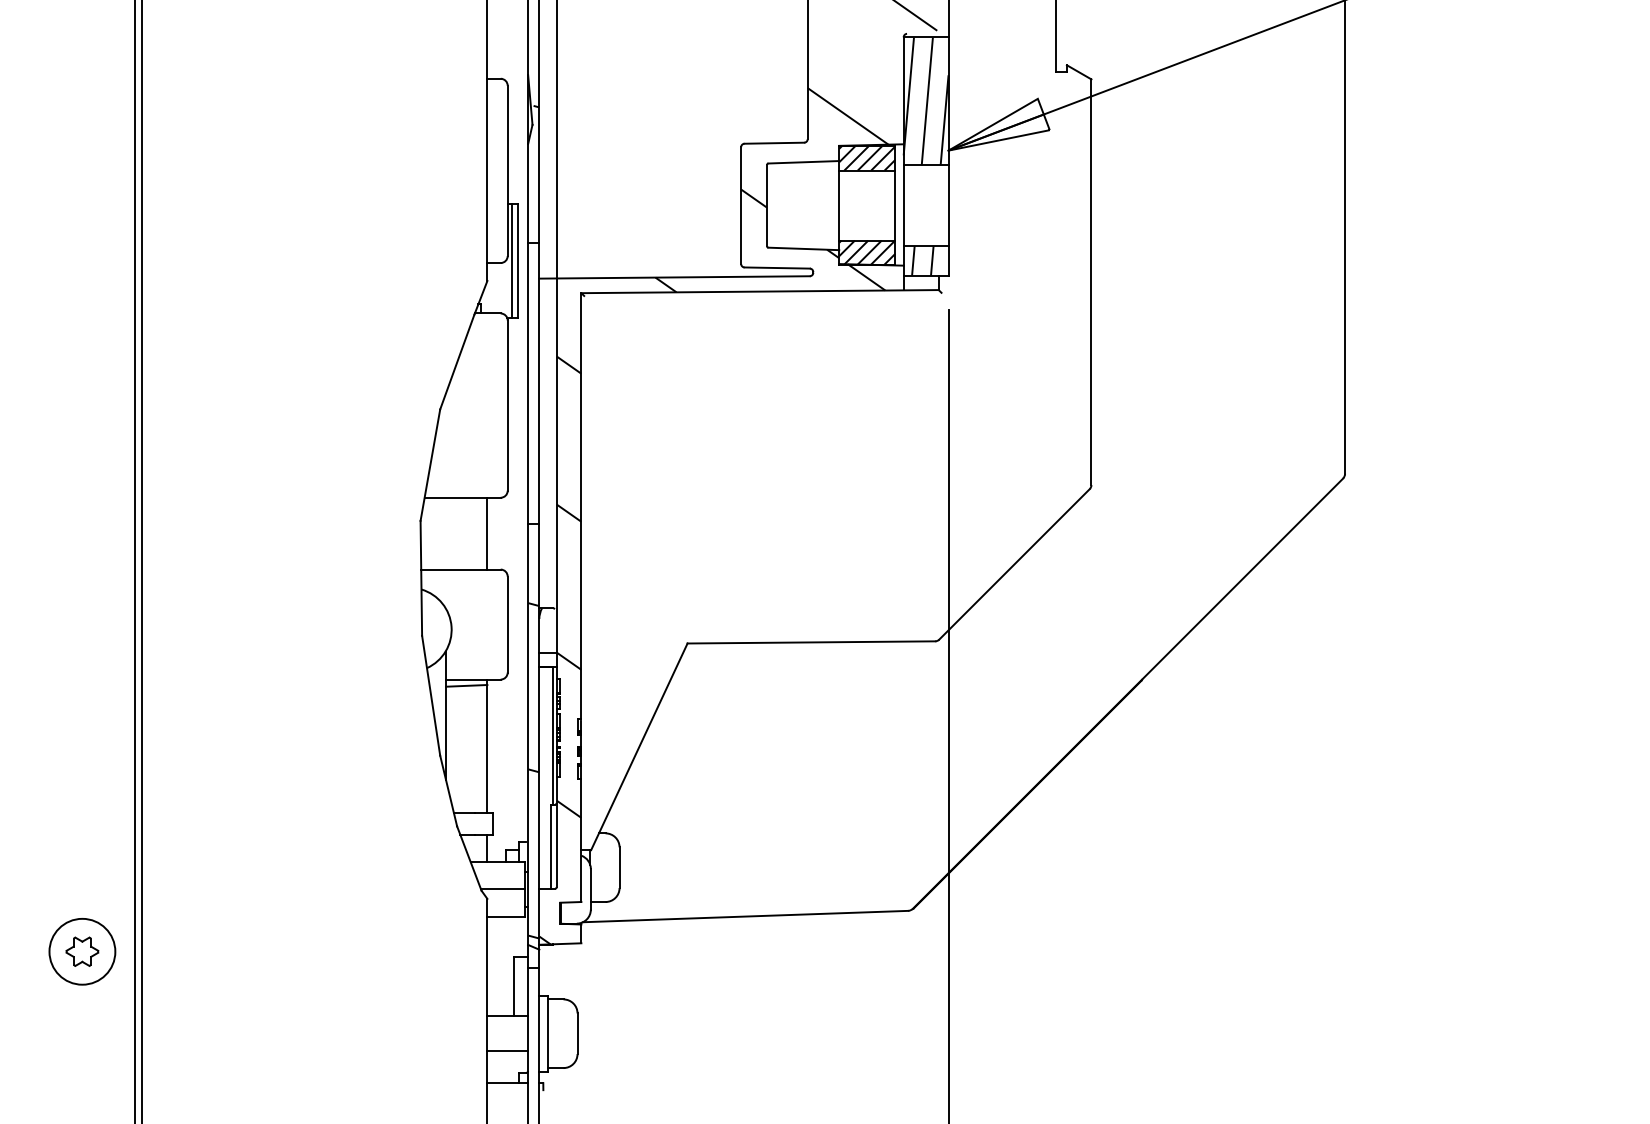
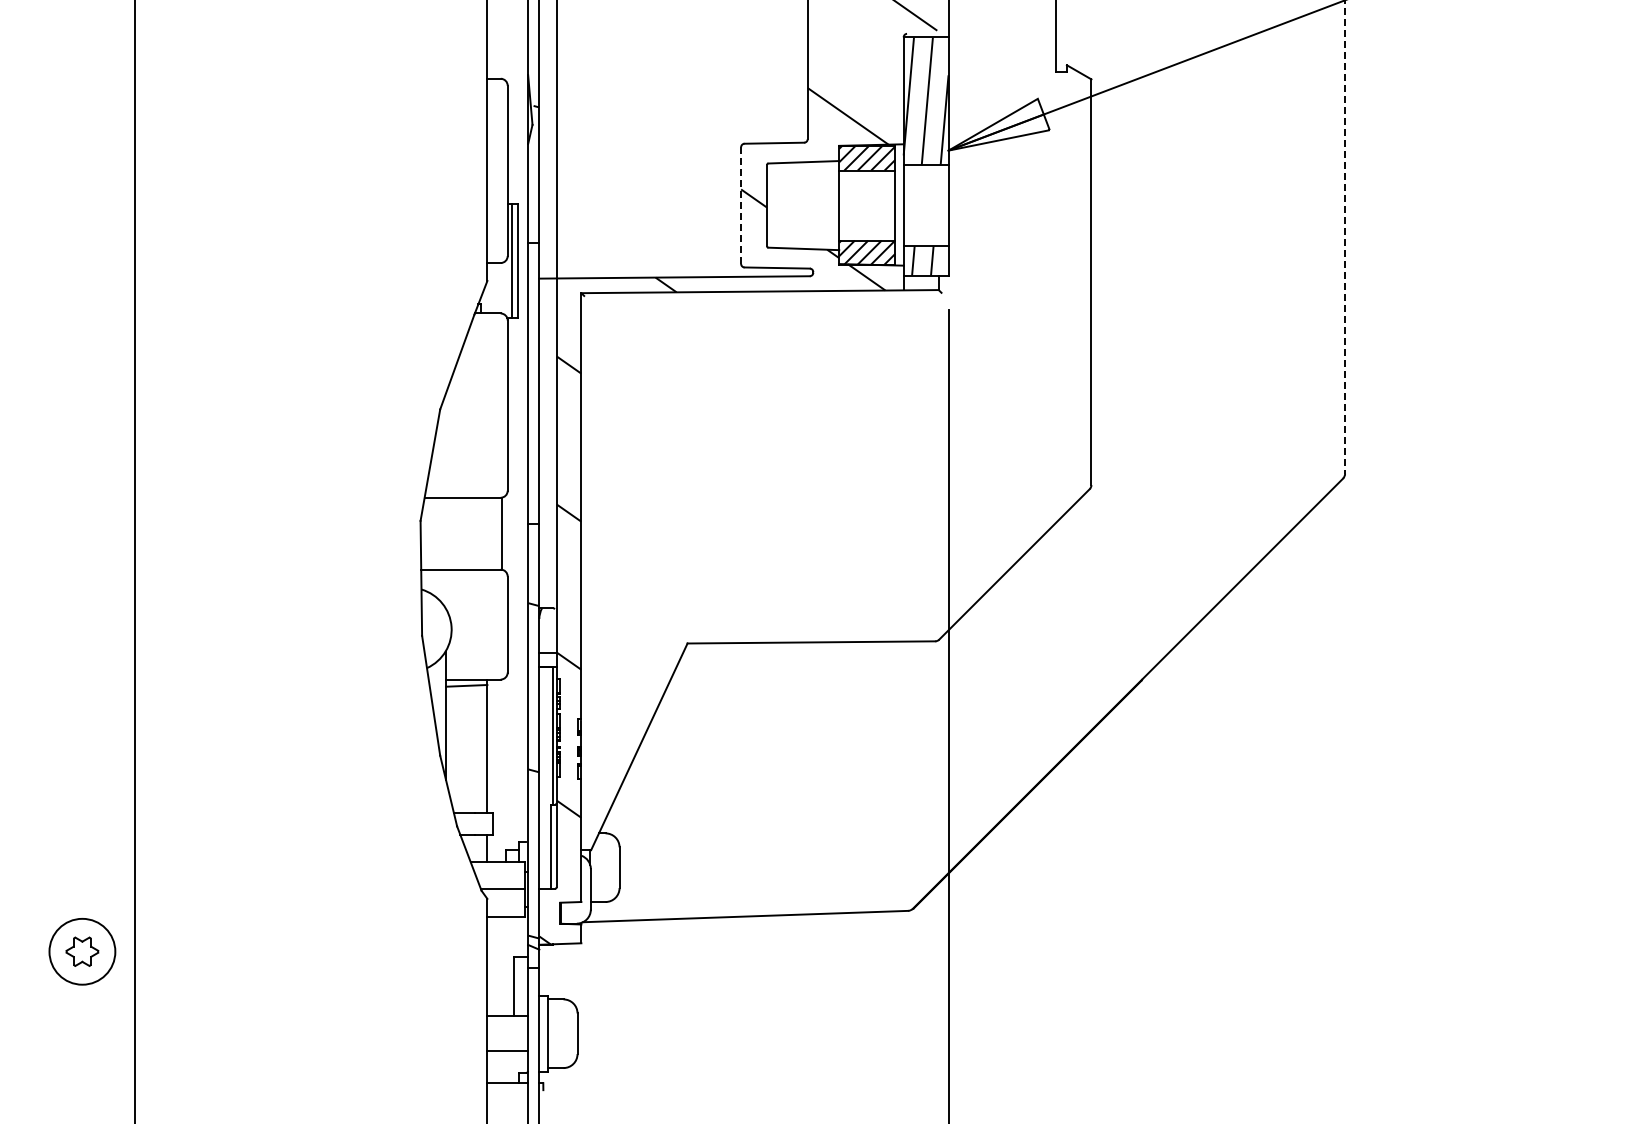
line at (741, 206): solid -> dashed
line at (1345, 237): solid -> dashed
line at (487, 533) position: (487, 533) -> (502, 533)
line at (141, 561): present -> none
